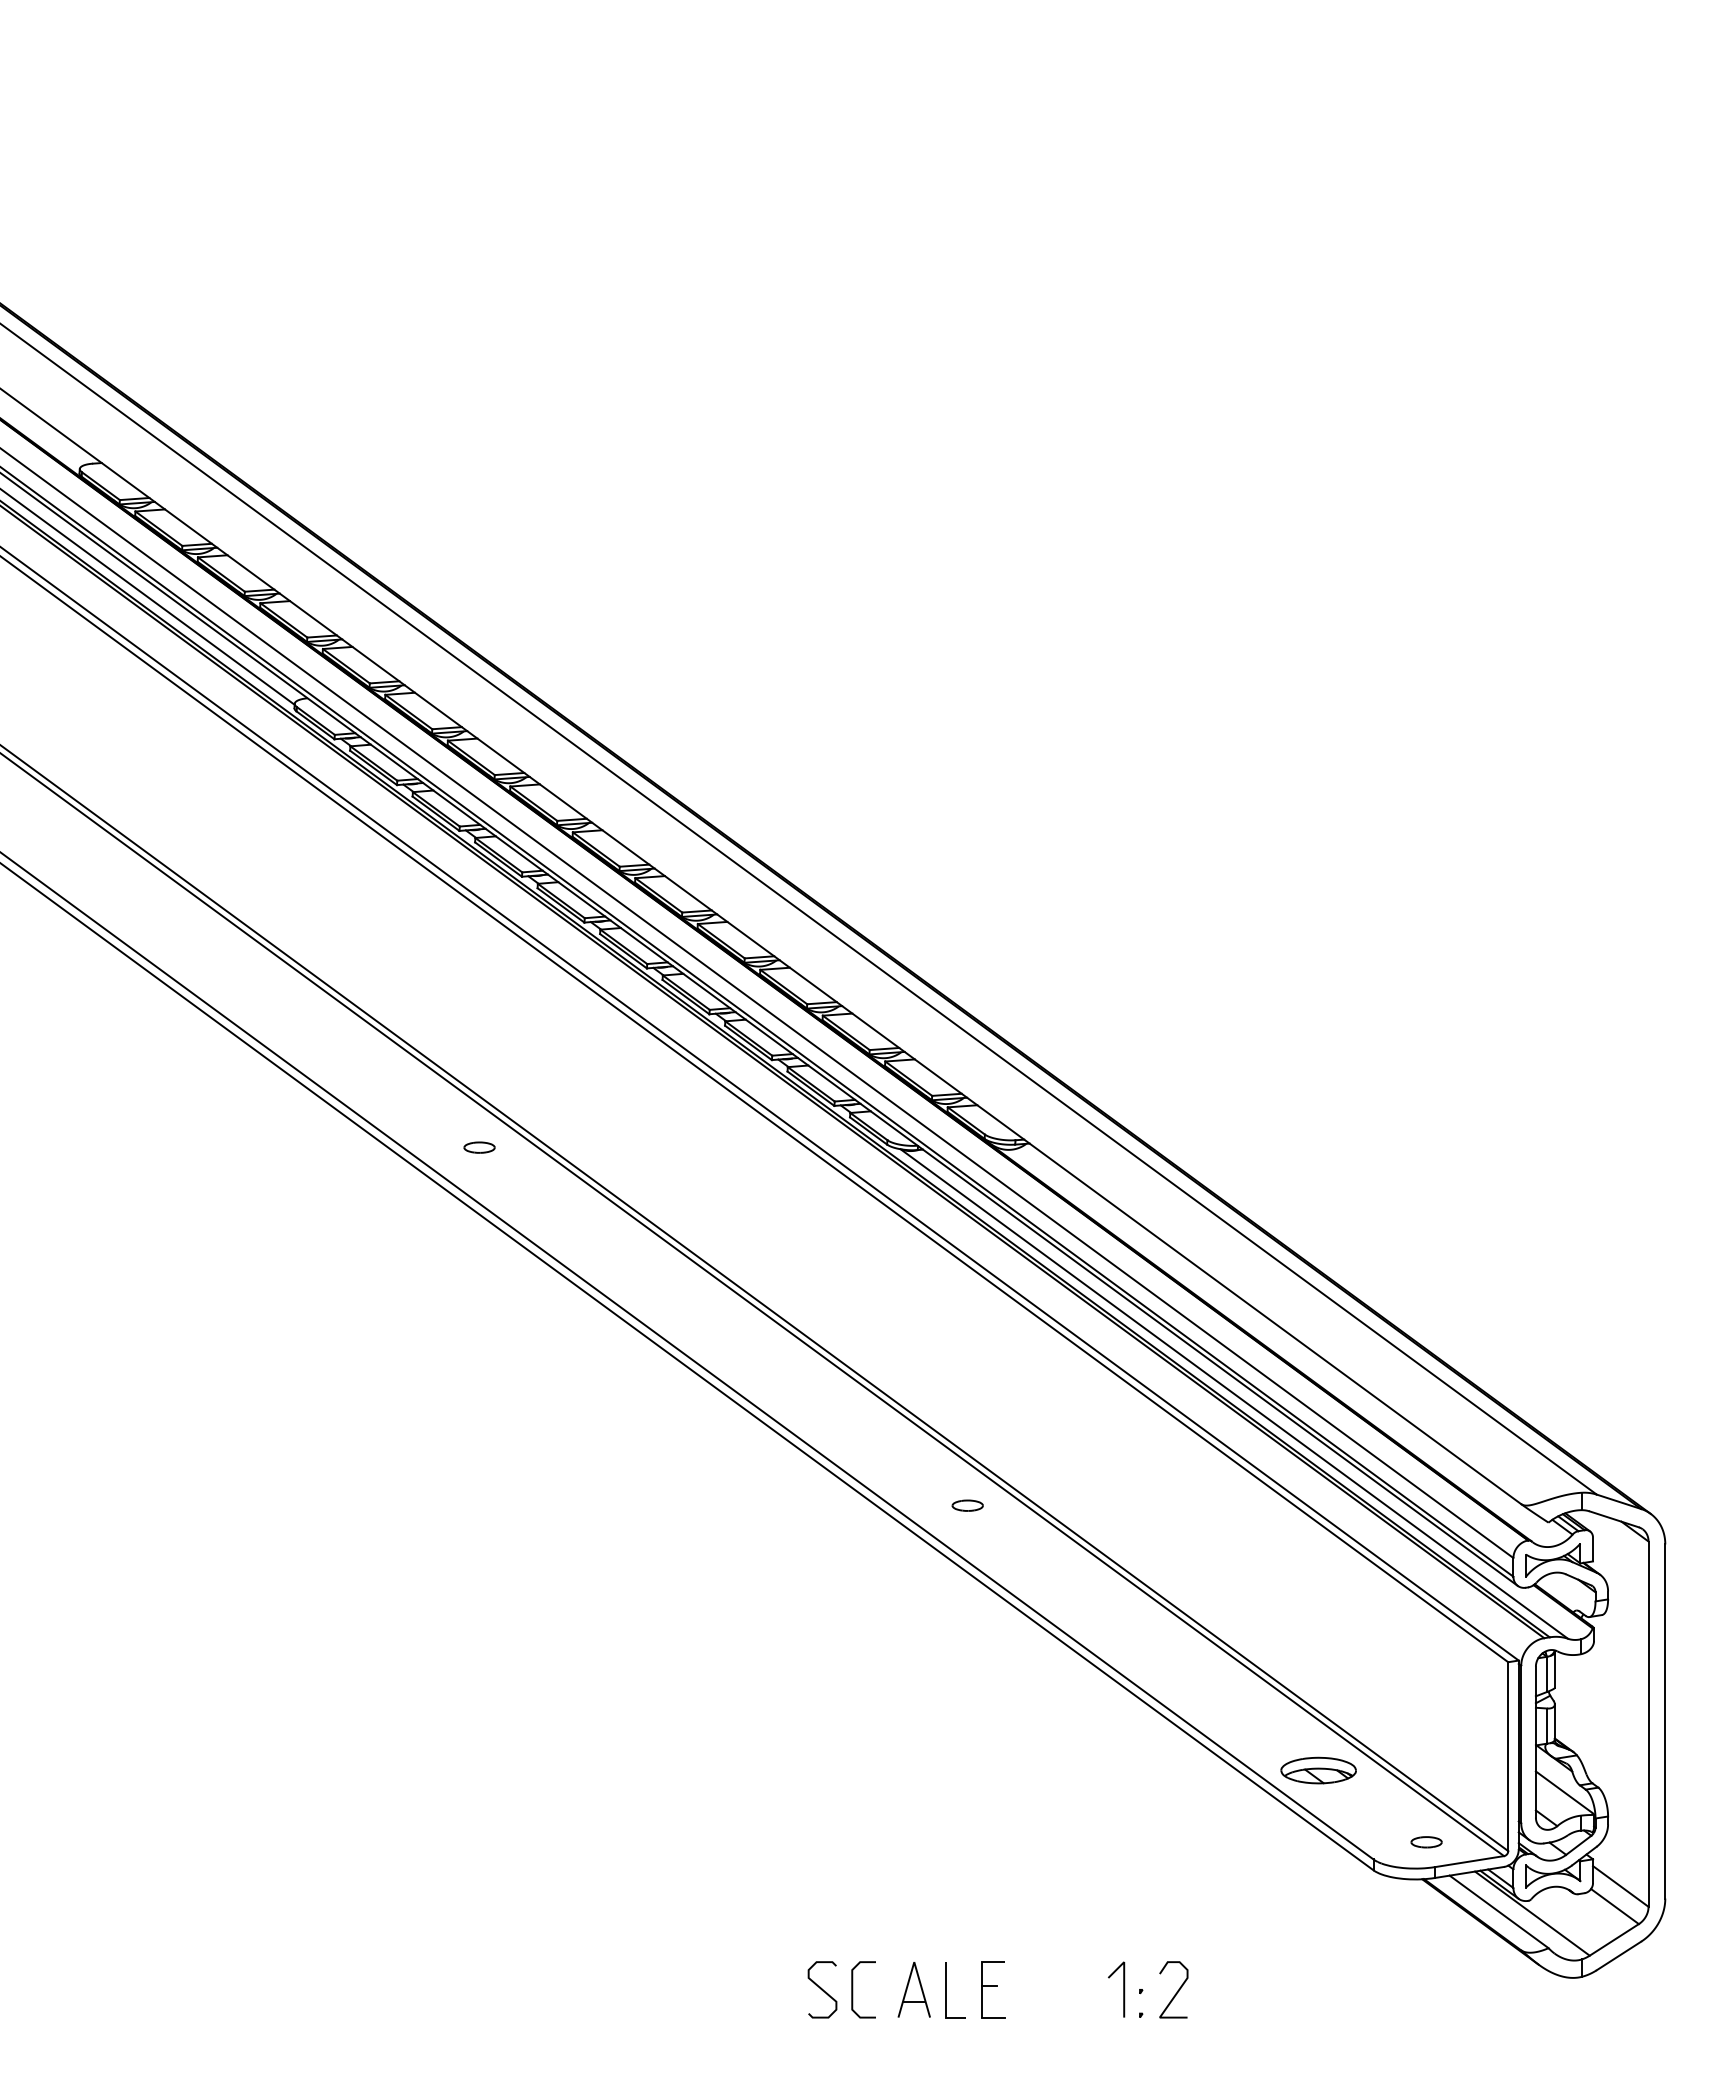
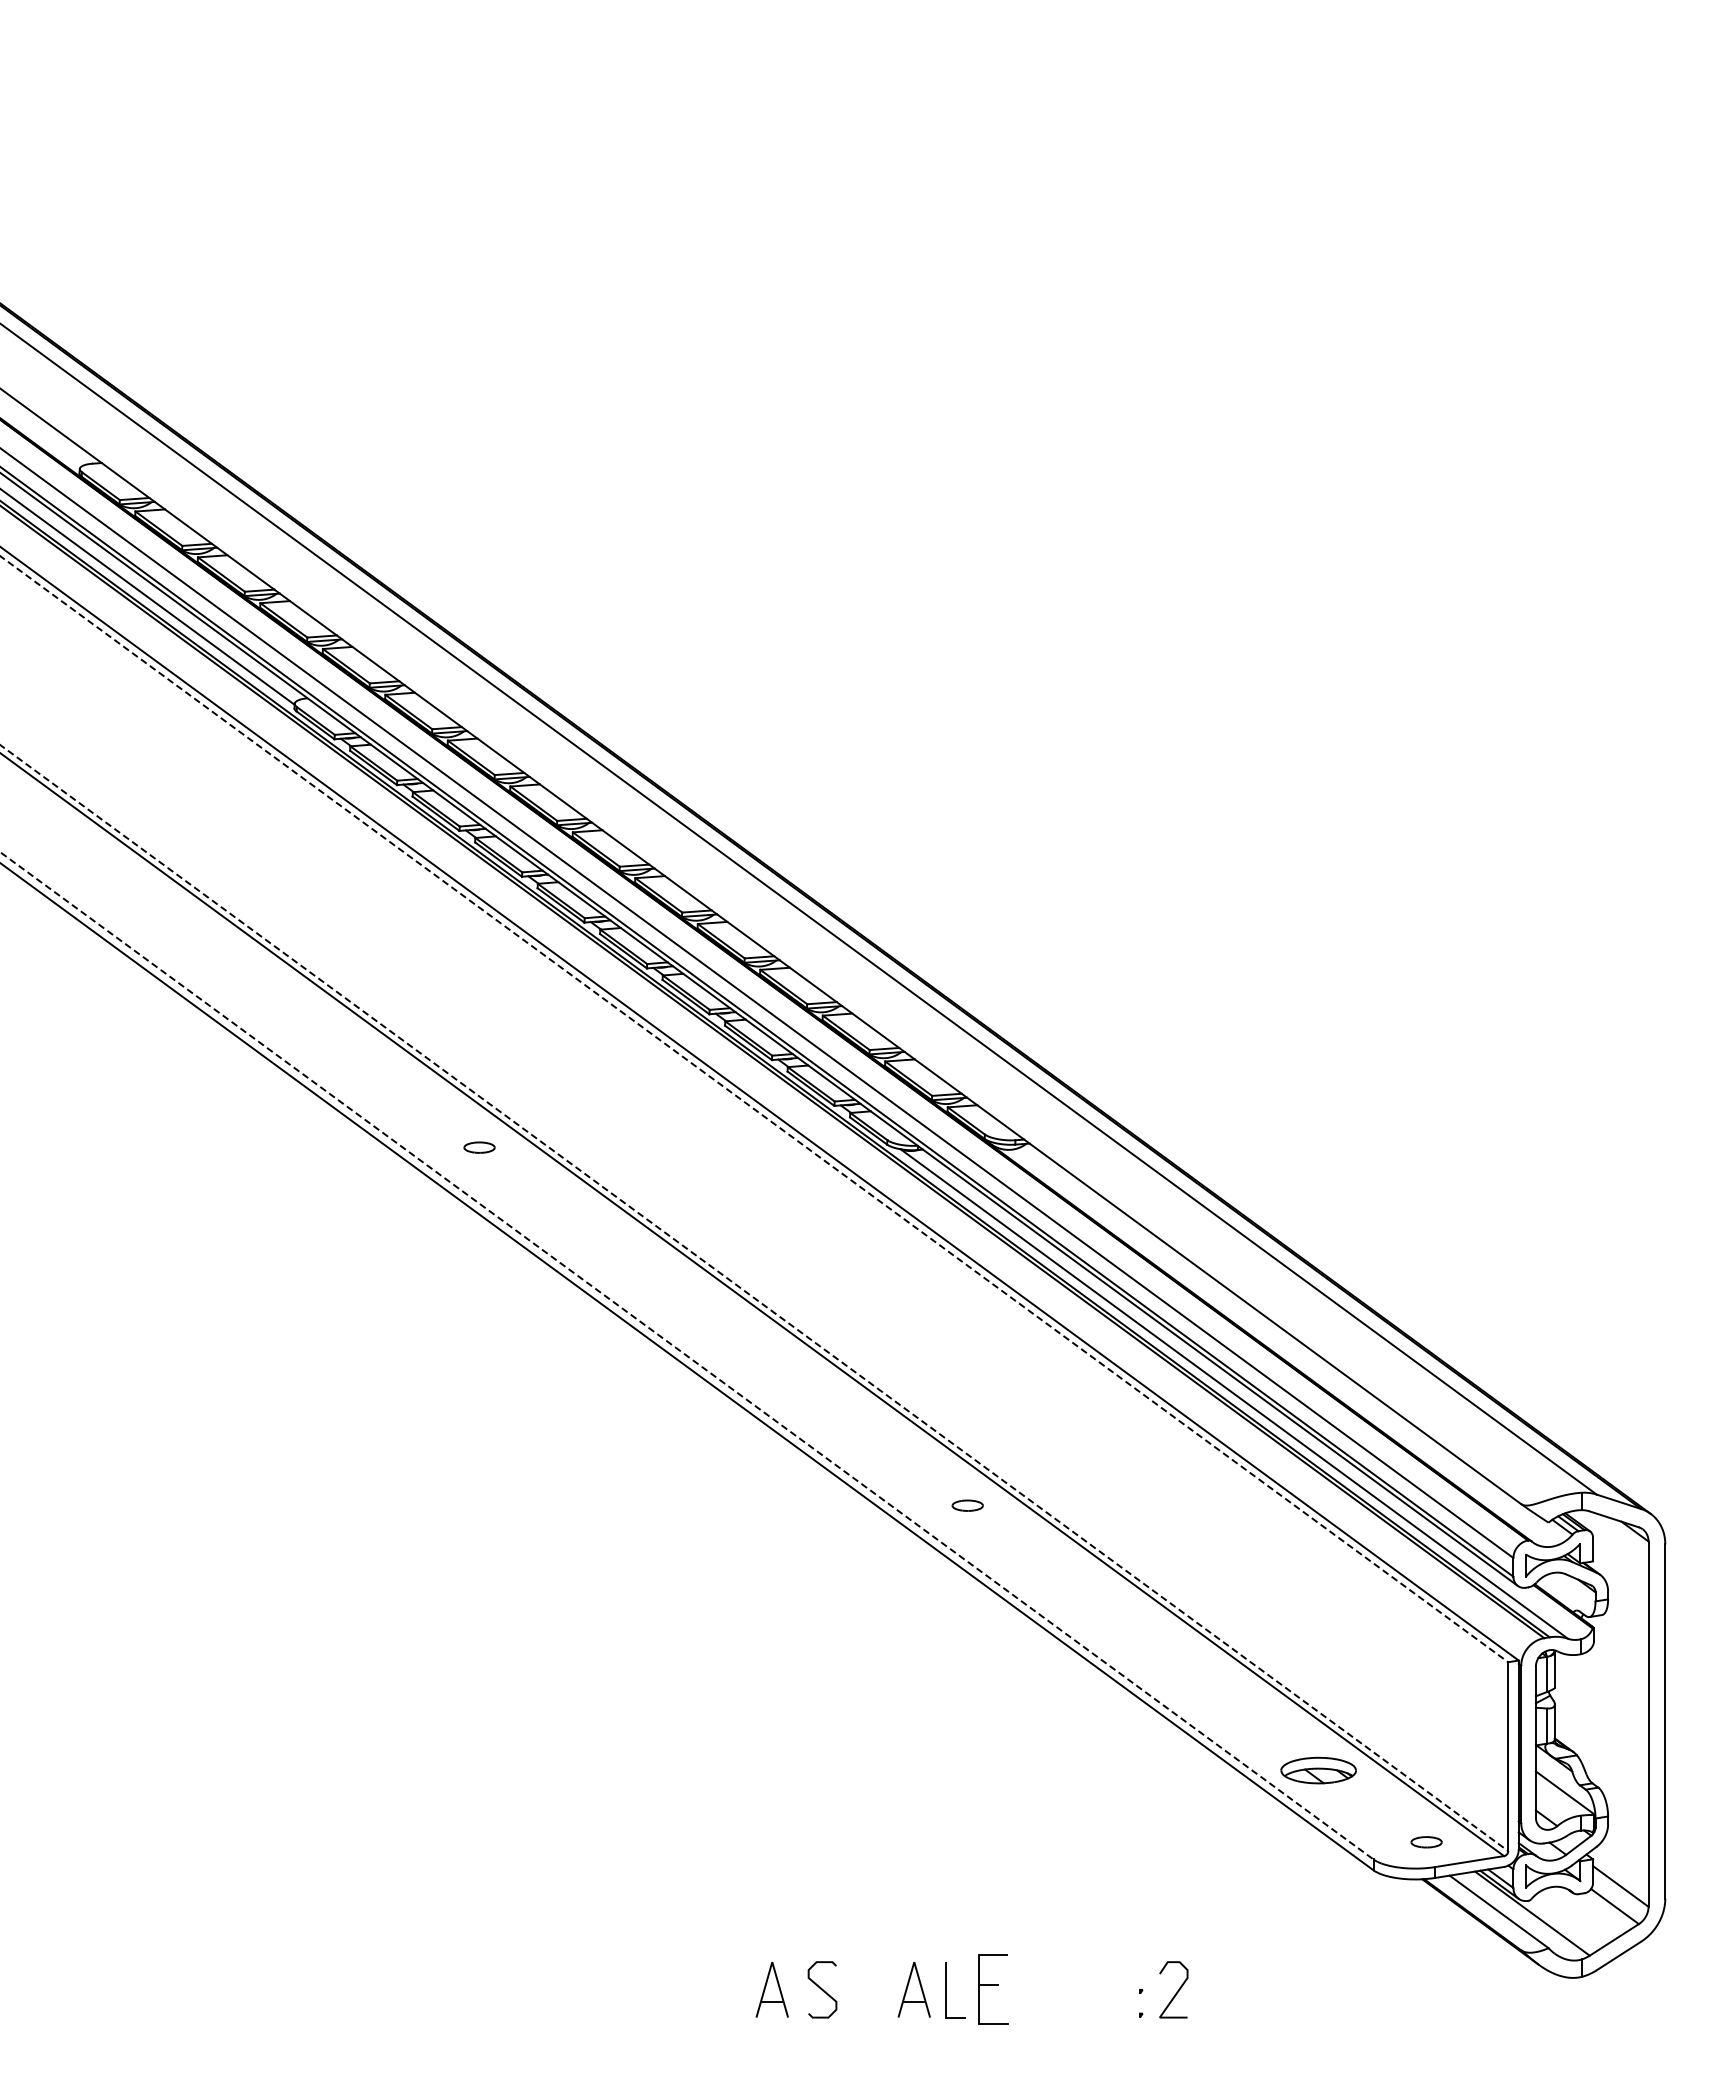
line at (754, 1109): solid -> dashed
line at (754, 1298): solid -> dashed
line at (686, 1355): solid -> dashed
part at (771, 1989): none -> present
curve at (853, 1989): present -> none
part at (993, 1989) size: 25x58 px -> 31x71 px
line at (1123, 1989): present -> none
